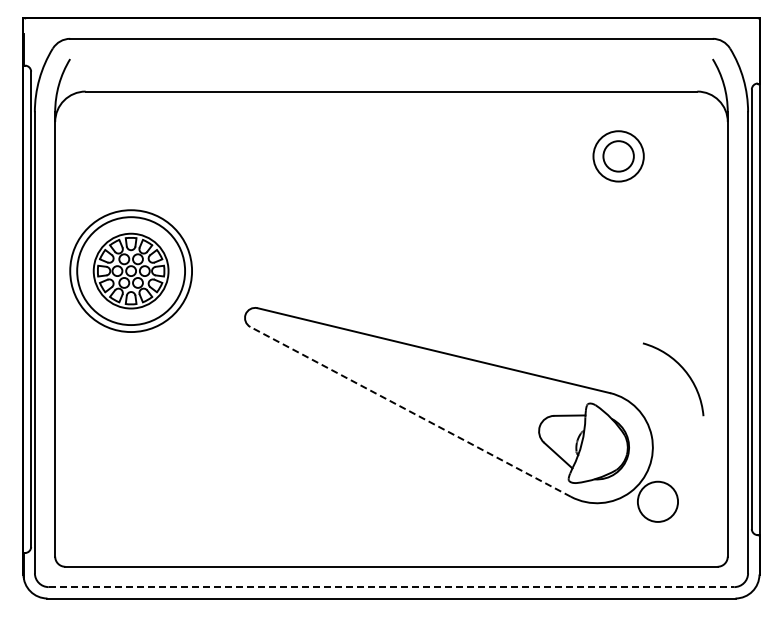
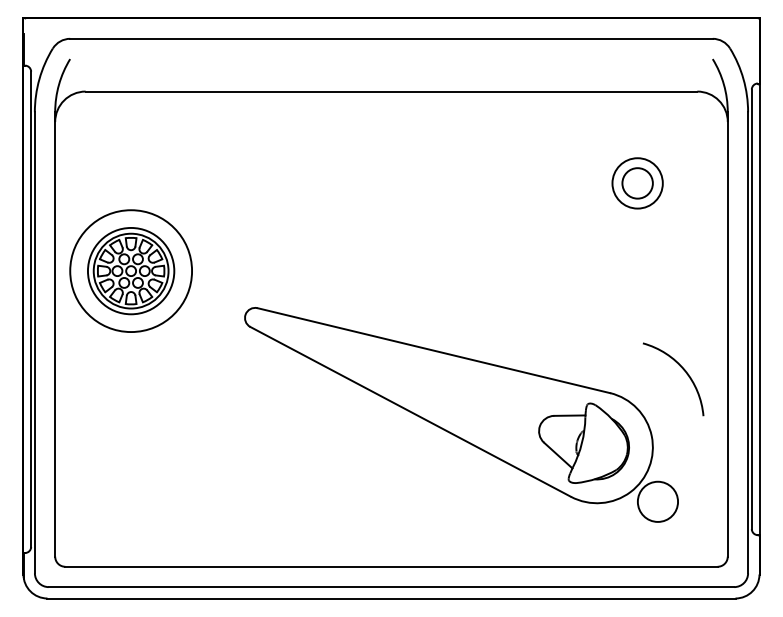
part at (618, 156) position: (618, 156) -> (637, 183)
circle at (131, 271) diameter: 108 px -> 86 px
line at (410, 411): dashed -> solid
line at (391, 587): dashed -> solid
